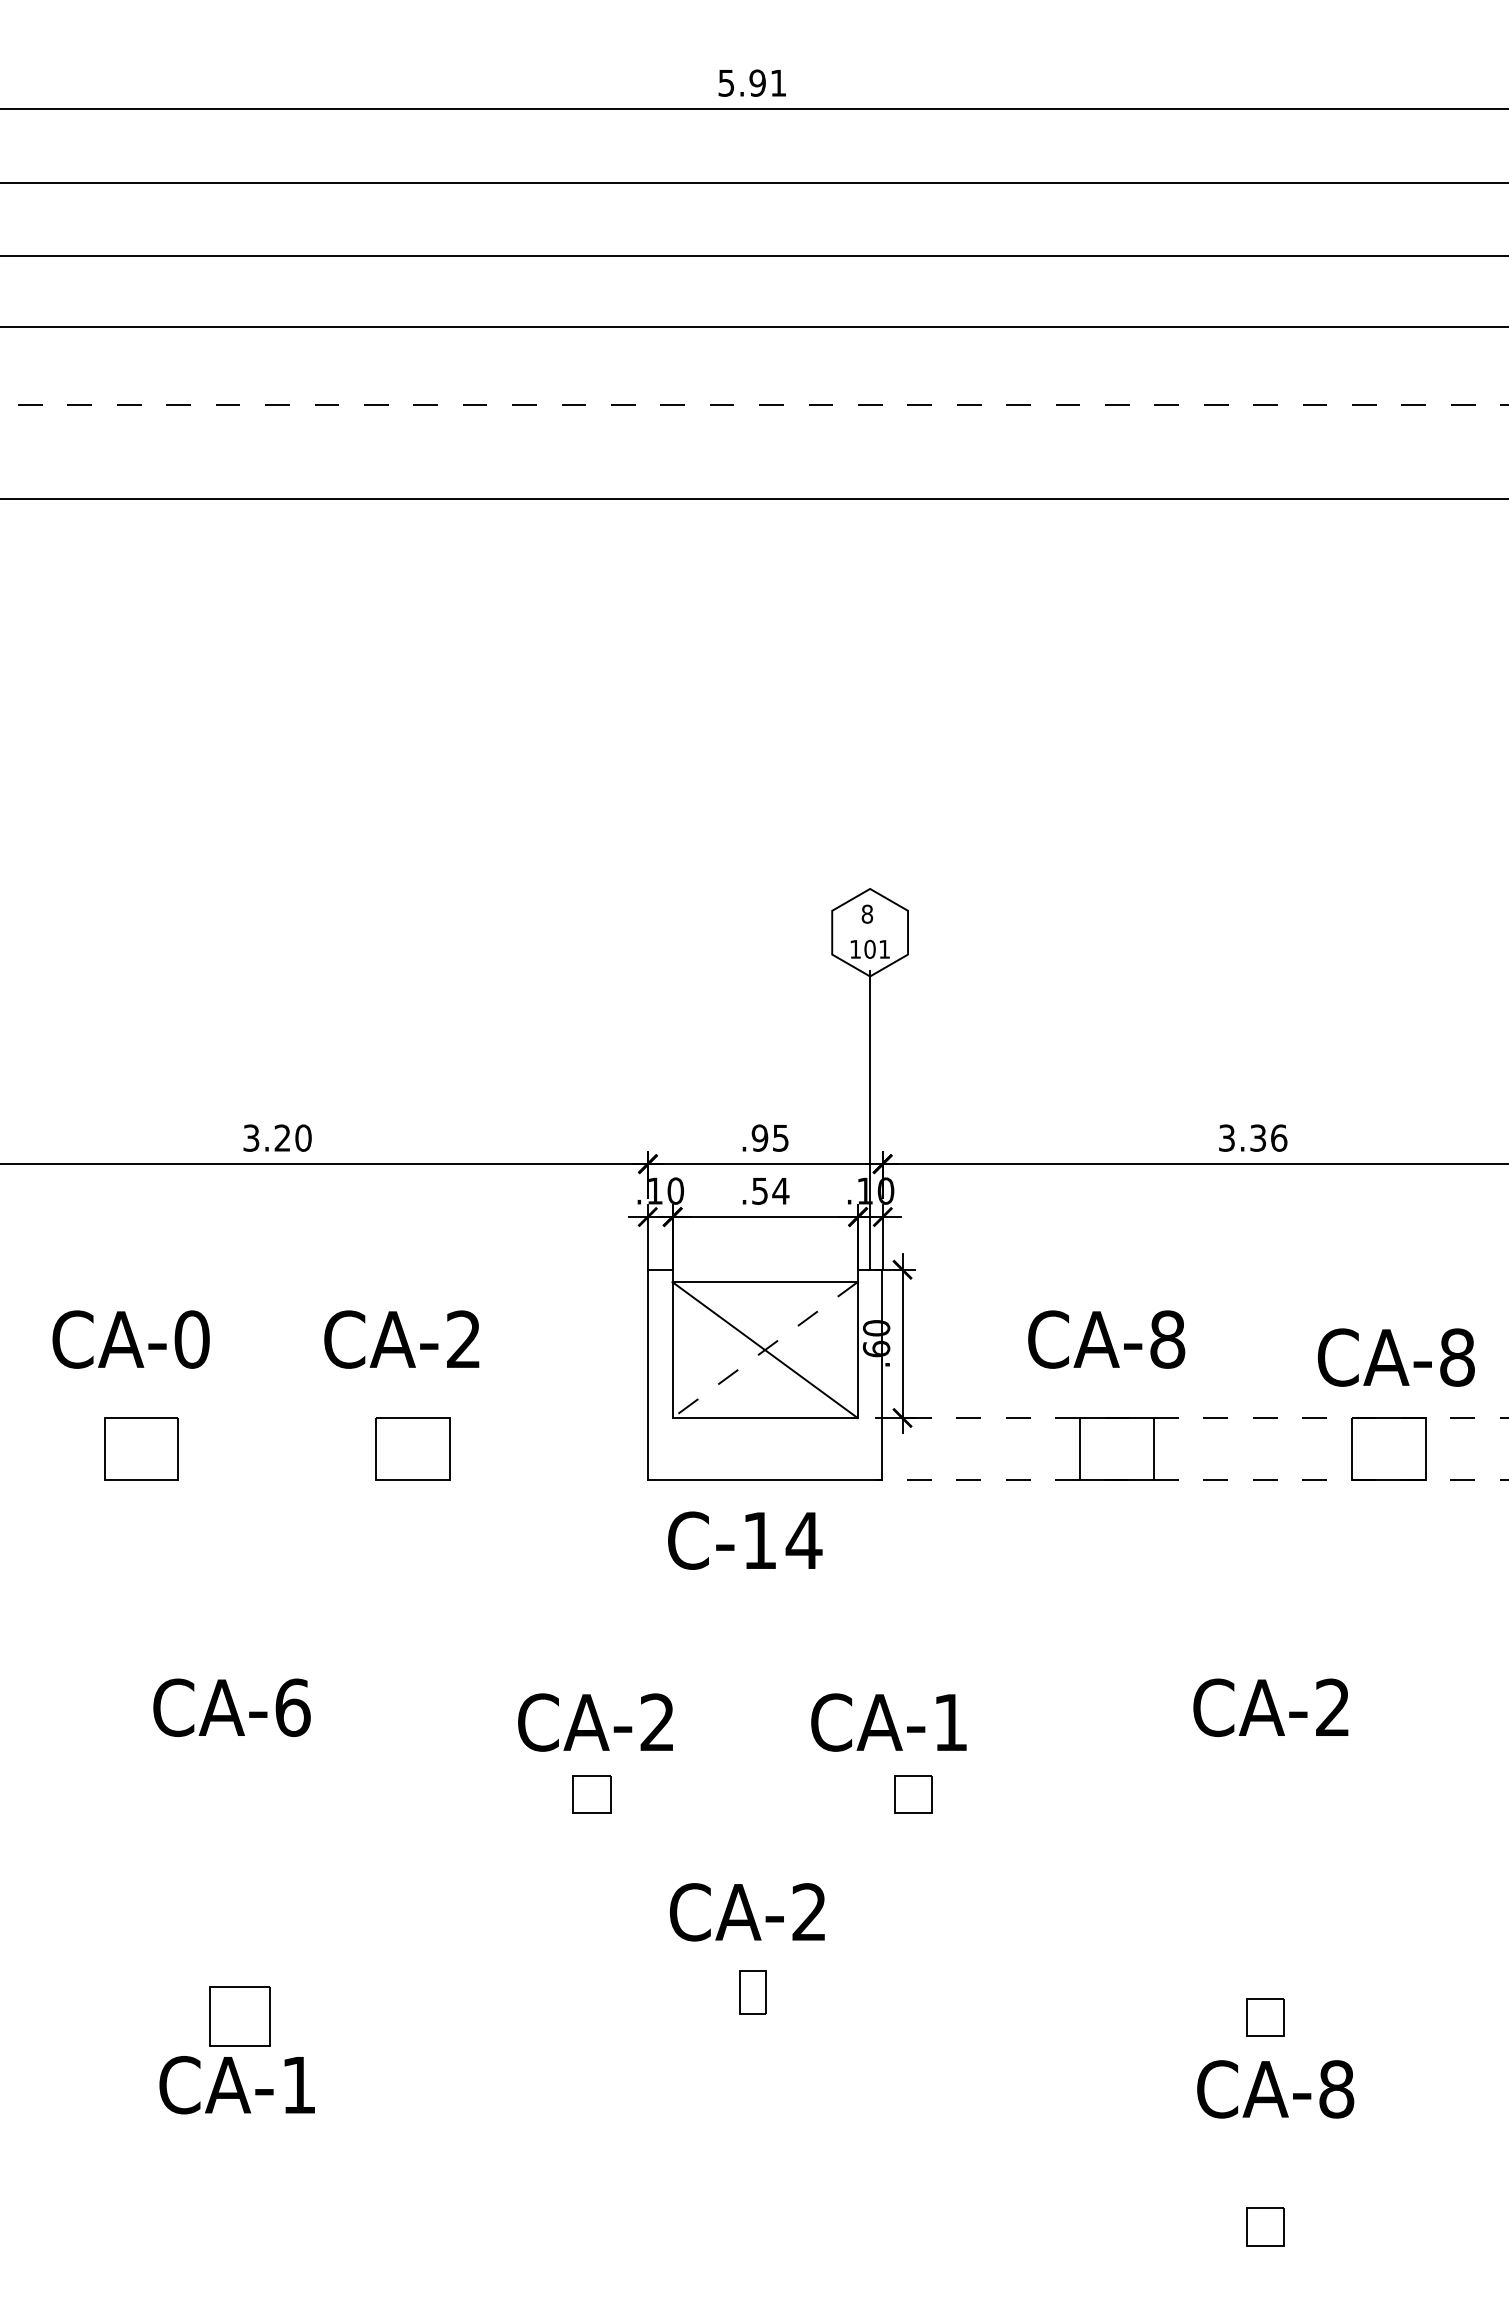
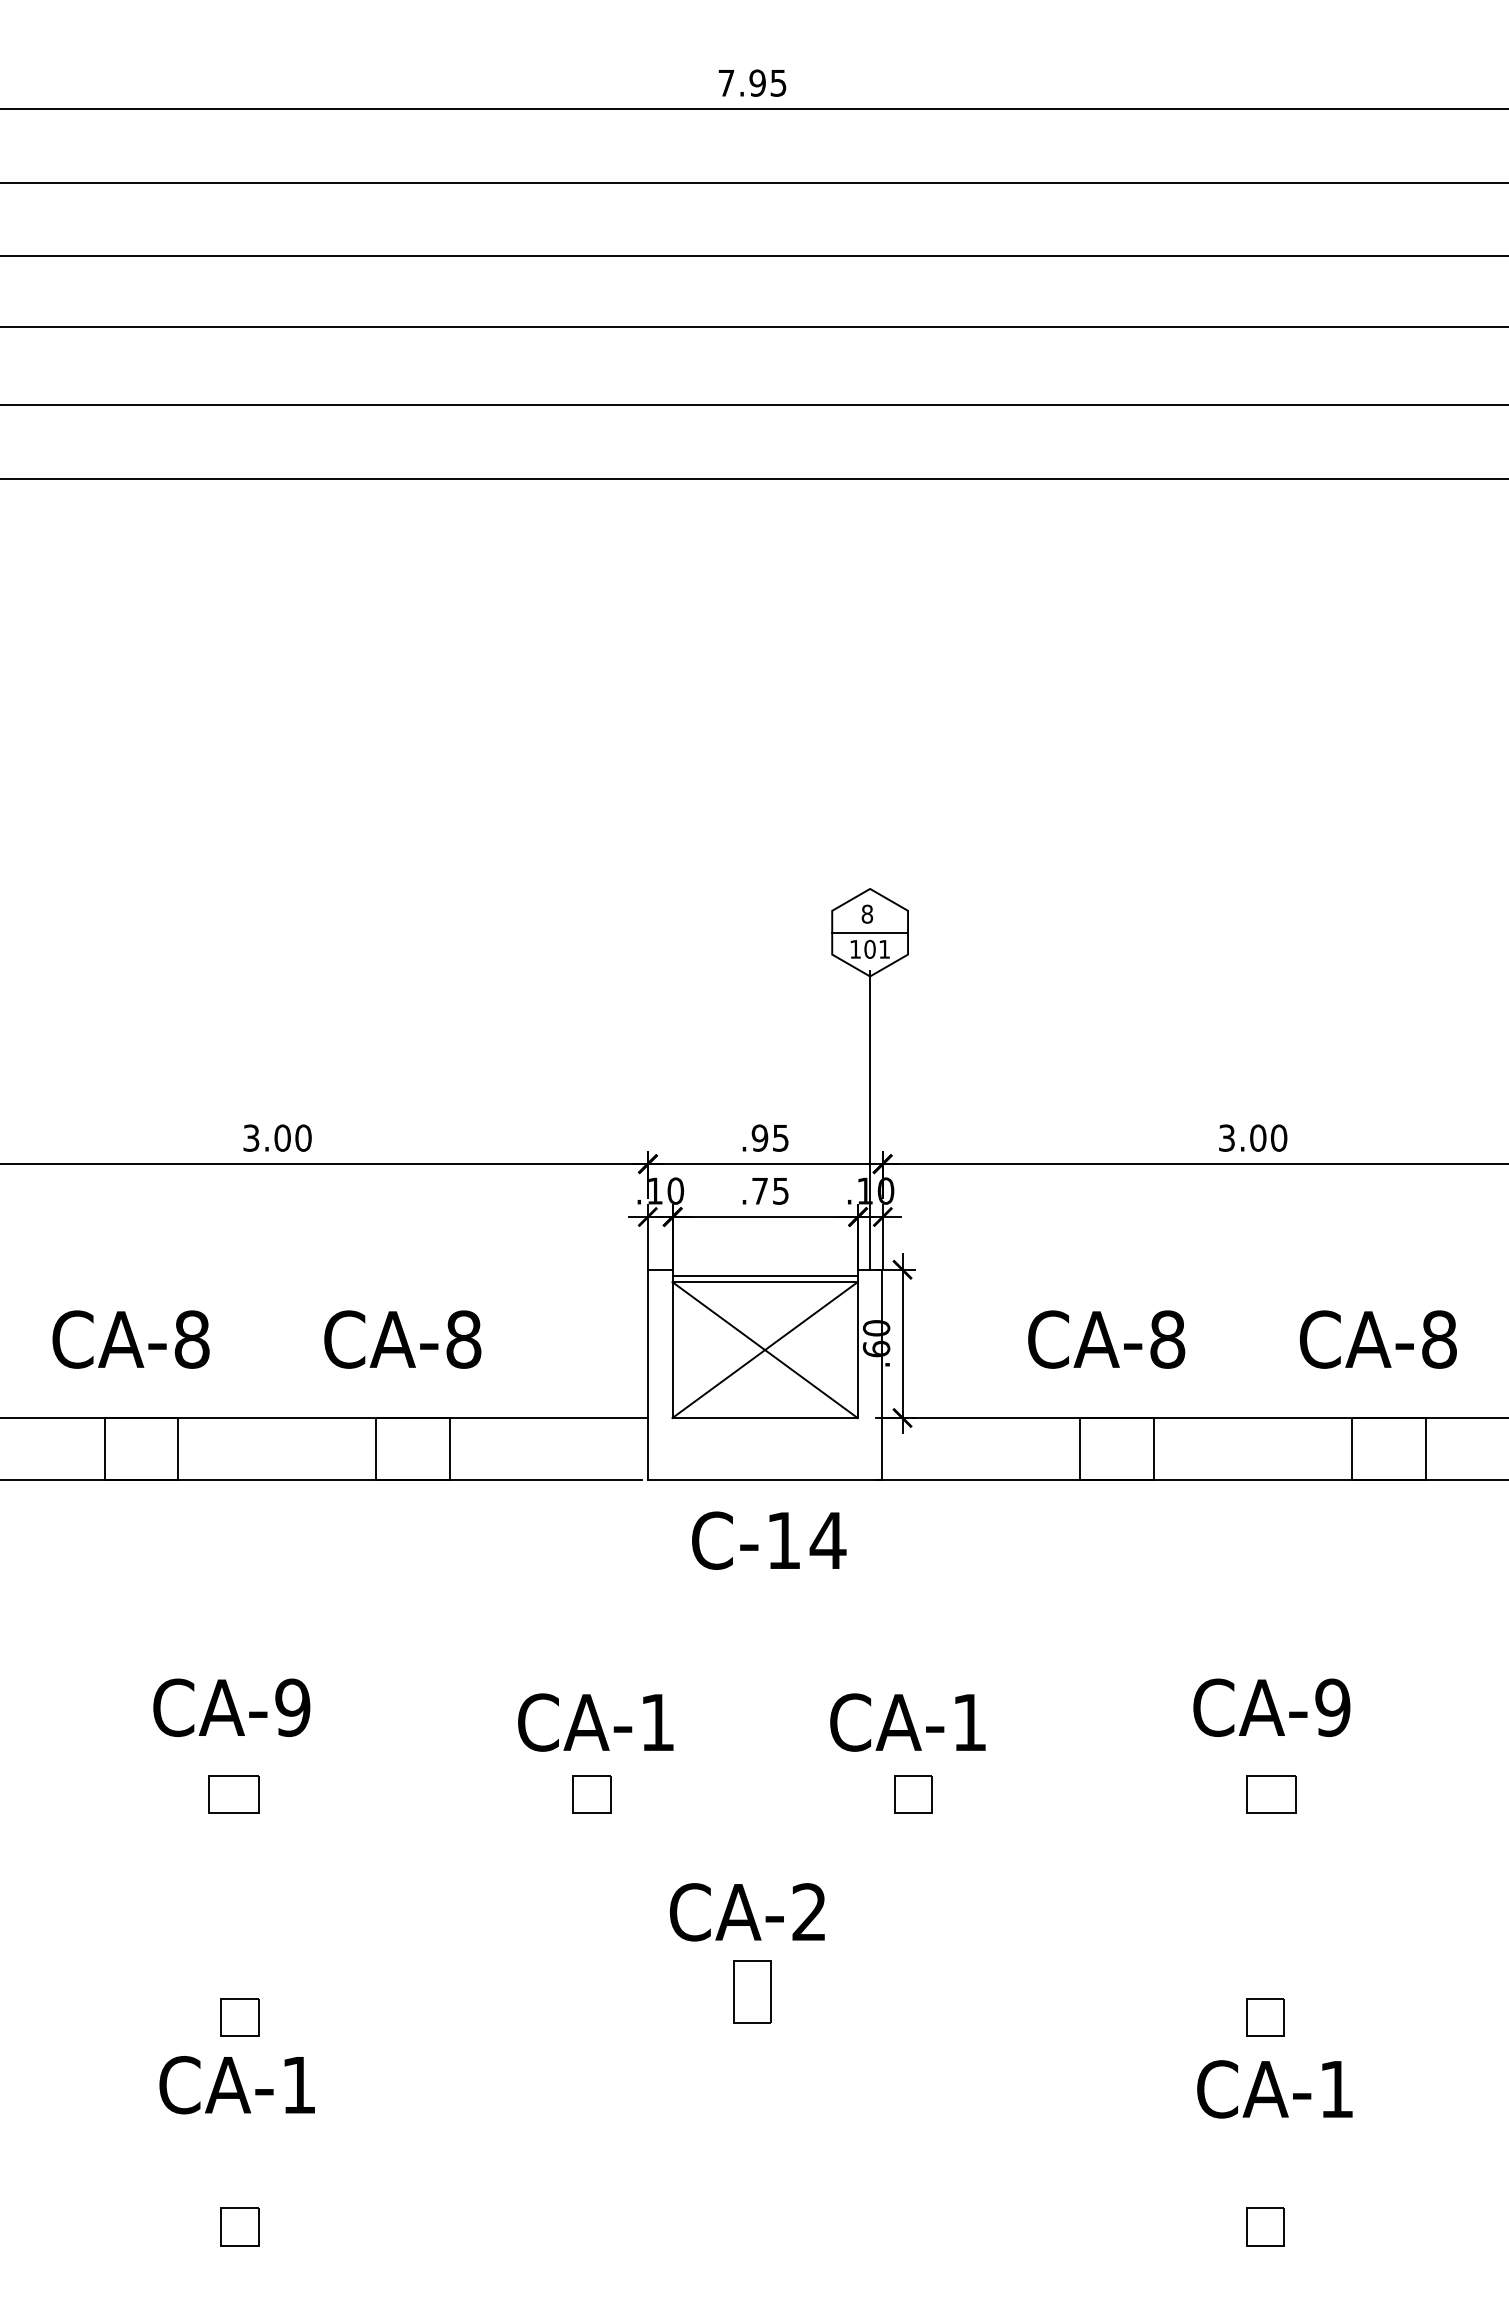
text at (752, 83): 5.91 -> 7.95
line at (754, 405): dashed -> solid
line at (753, 499) position: (753, 499) -> (753, 479)
line at (870, 932): none -> present
text at (282, 1137): 3.20 -> 3.00
text at (1268, 1137): 3.36 -> 3.00
text at (770, 1191): .54 -> .75
line at (764, 1275): none -> present
text at (191, 1339): CA-0 -> CA-8
text at (463, 1339): CA-2 -> CA-8
line at (765, 1350): dashed -> solid
text at (1395, 1357) position: (1395, 1357) -> (1377, 1339)
line at (324, 1418): none -> present
line at (1195, 1418): dashed -> solid
line at (321, 1479): none -> present
line at (1191, 1479): dashed -> solid
text at (745, 1540) position: (745, 1540) -> (769, 1540)
text at (292, 1707): CA-6 -> CA-9
text at (1332, 1707): CA-2 -> CA-9
text at (656, 1721): CA-2 -> CA-1
text at (888, 1722) position: (888, 1722) -> (907, 1722)
part at (233, 1794): none -> present
part at (1271, 1794): none -> present
part at (752, 1992) size: 28x45 px -> 39x64 px
part at (239, 2016) size: 62x61 px -> 40x39 px
text at (1336, 2089): CA-8 -> CA-1
part at (239, 2226): none -> present
